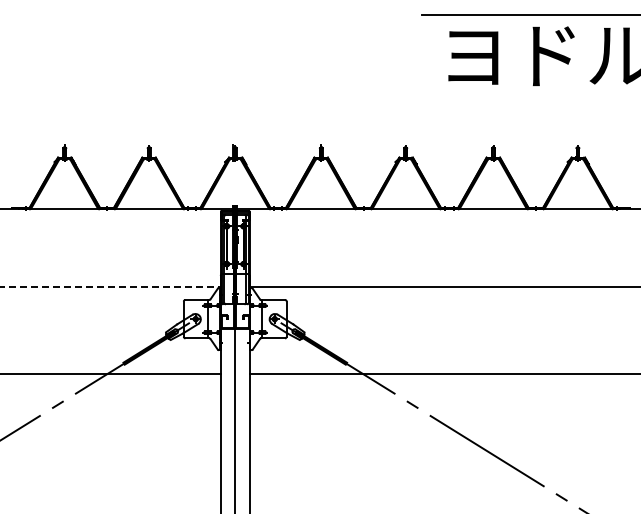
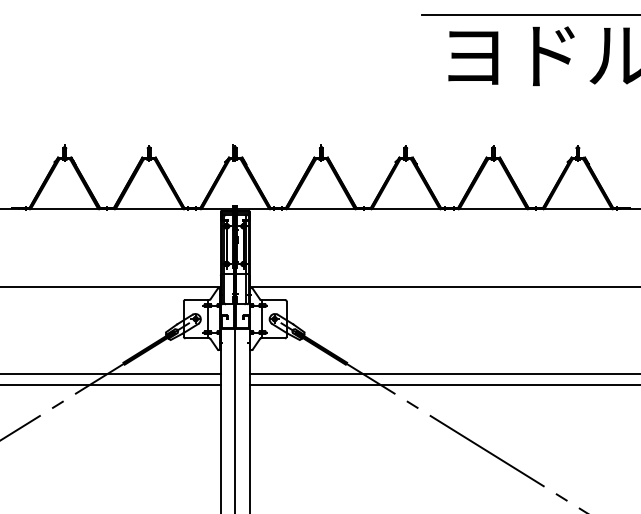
line at (110, 287): dashed -> solid
line at (111, 384): none -> present
line at (443, 384): none -> present
